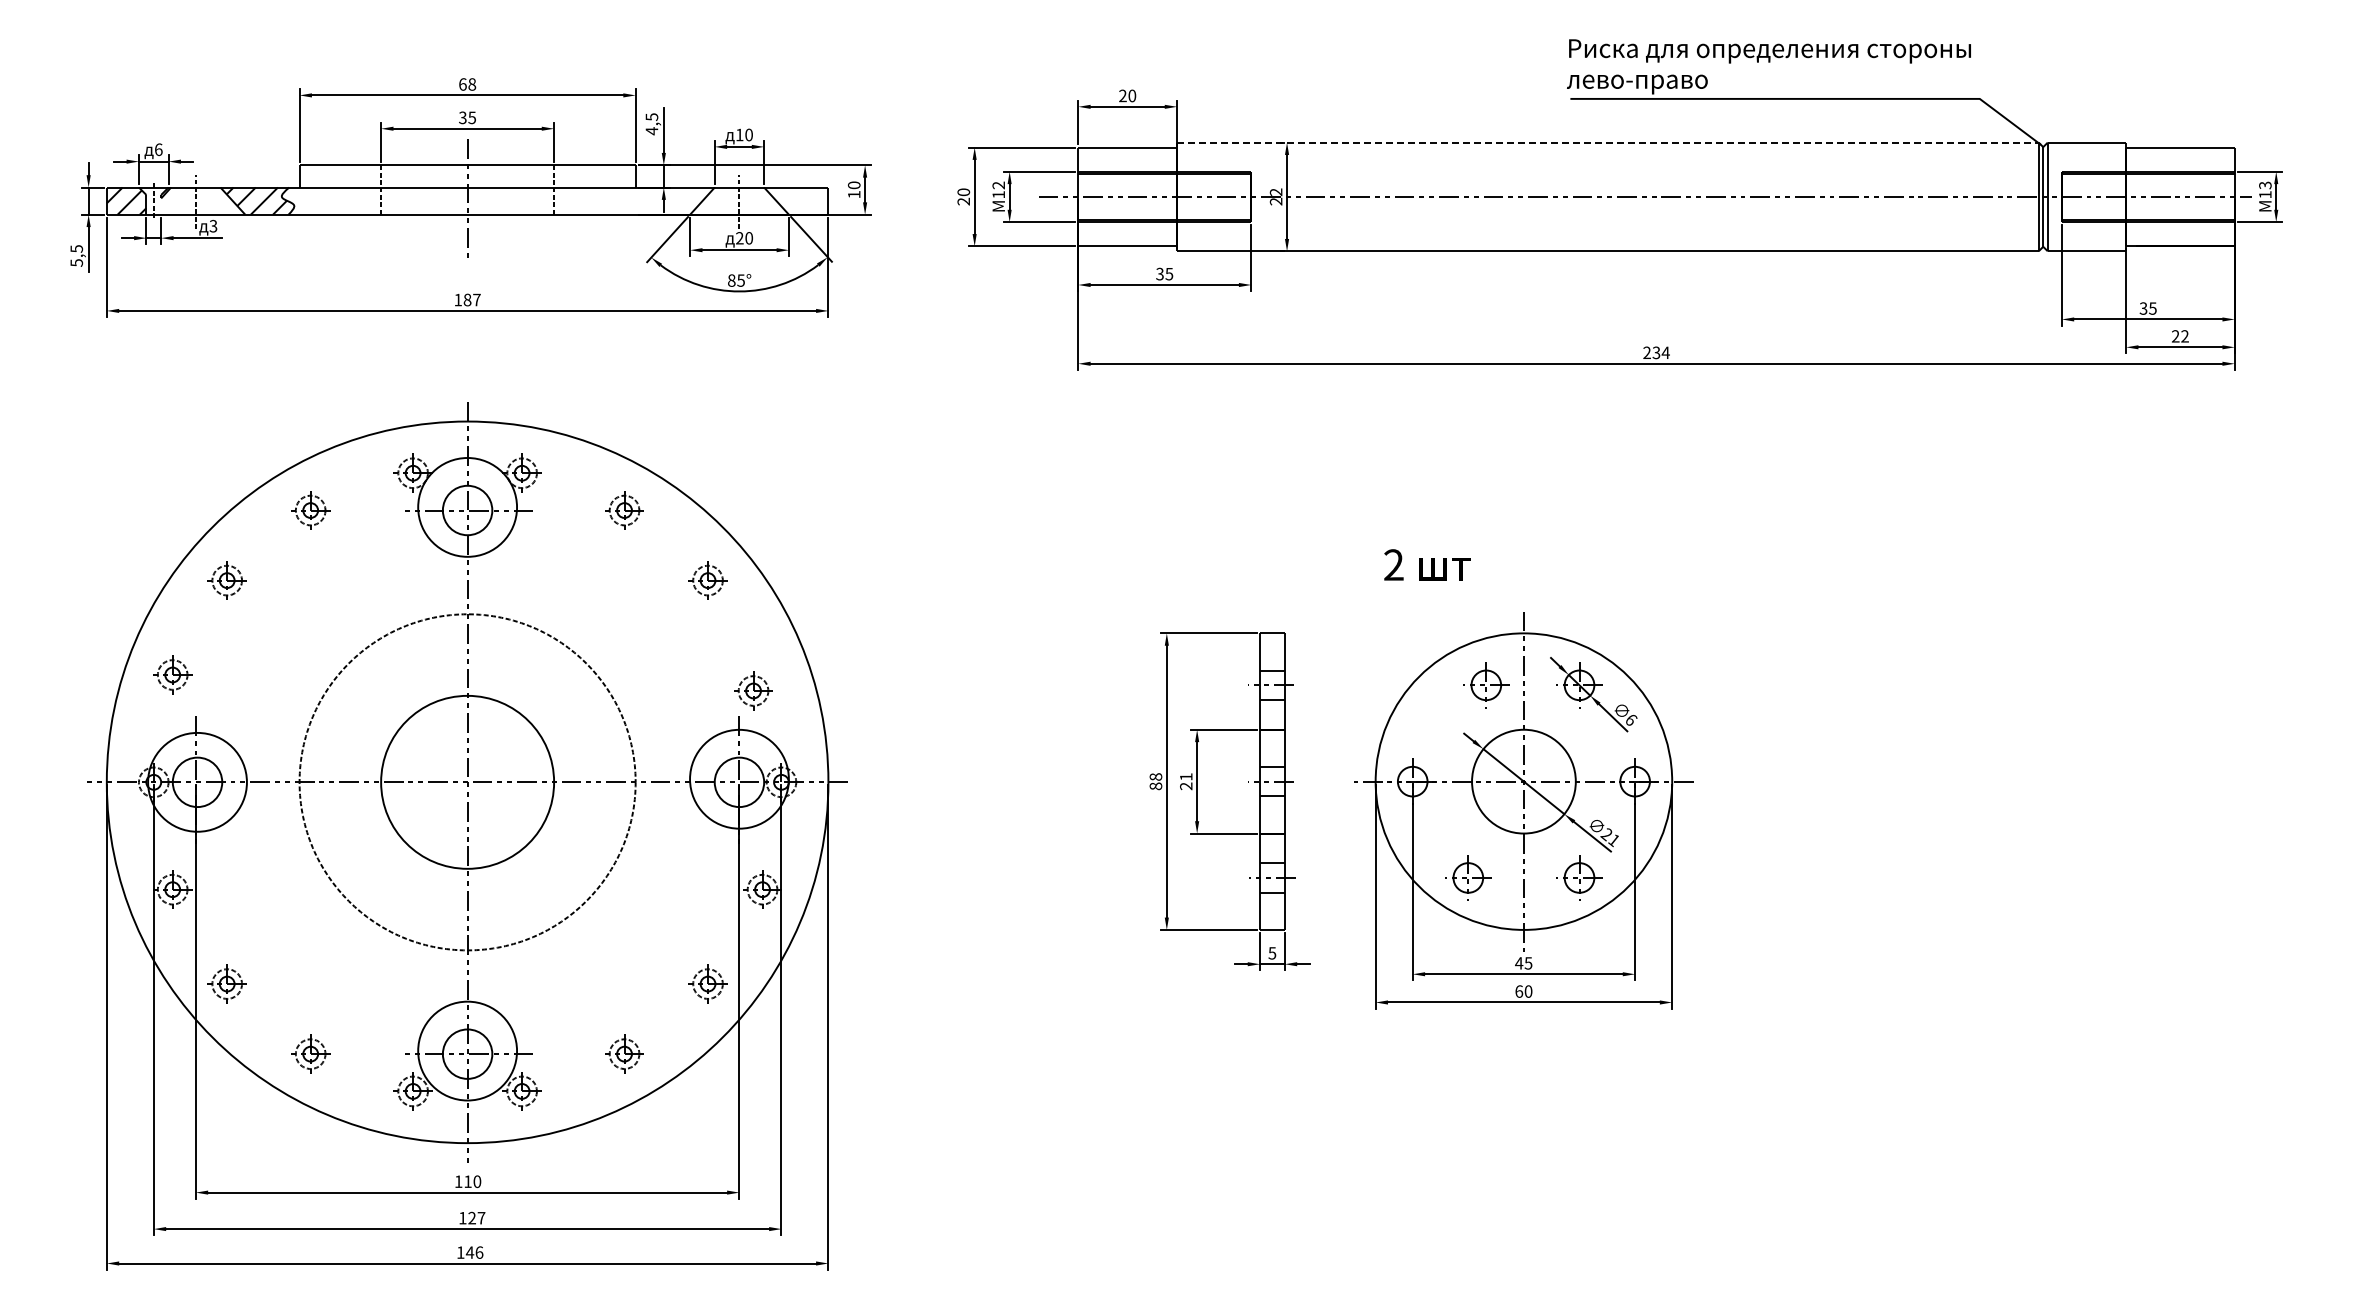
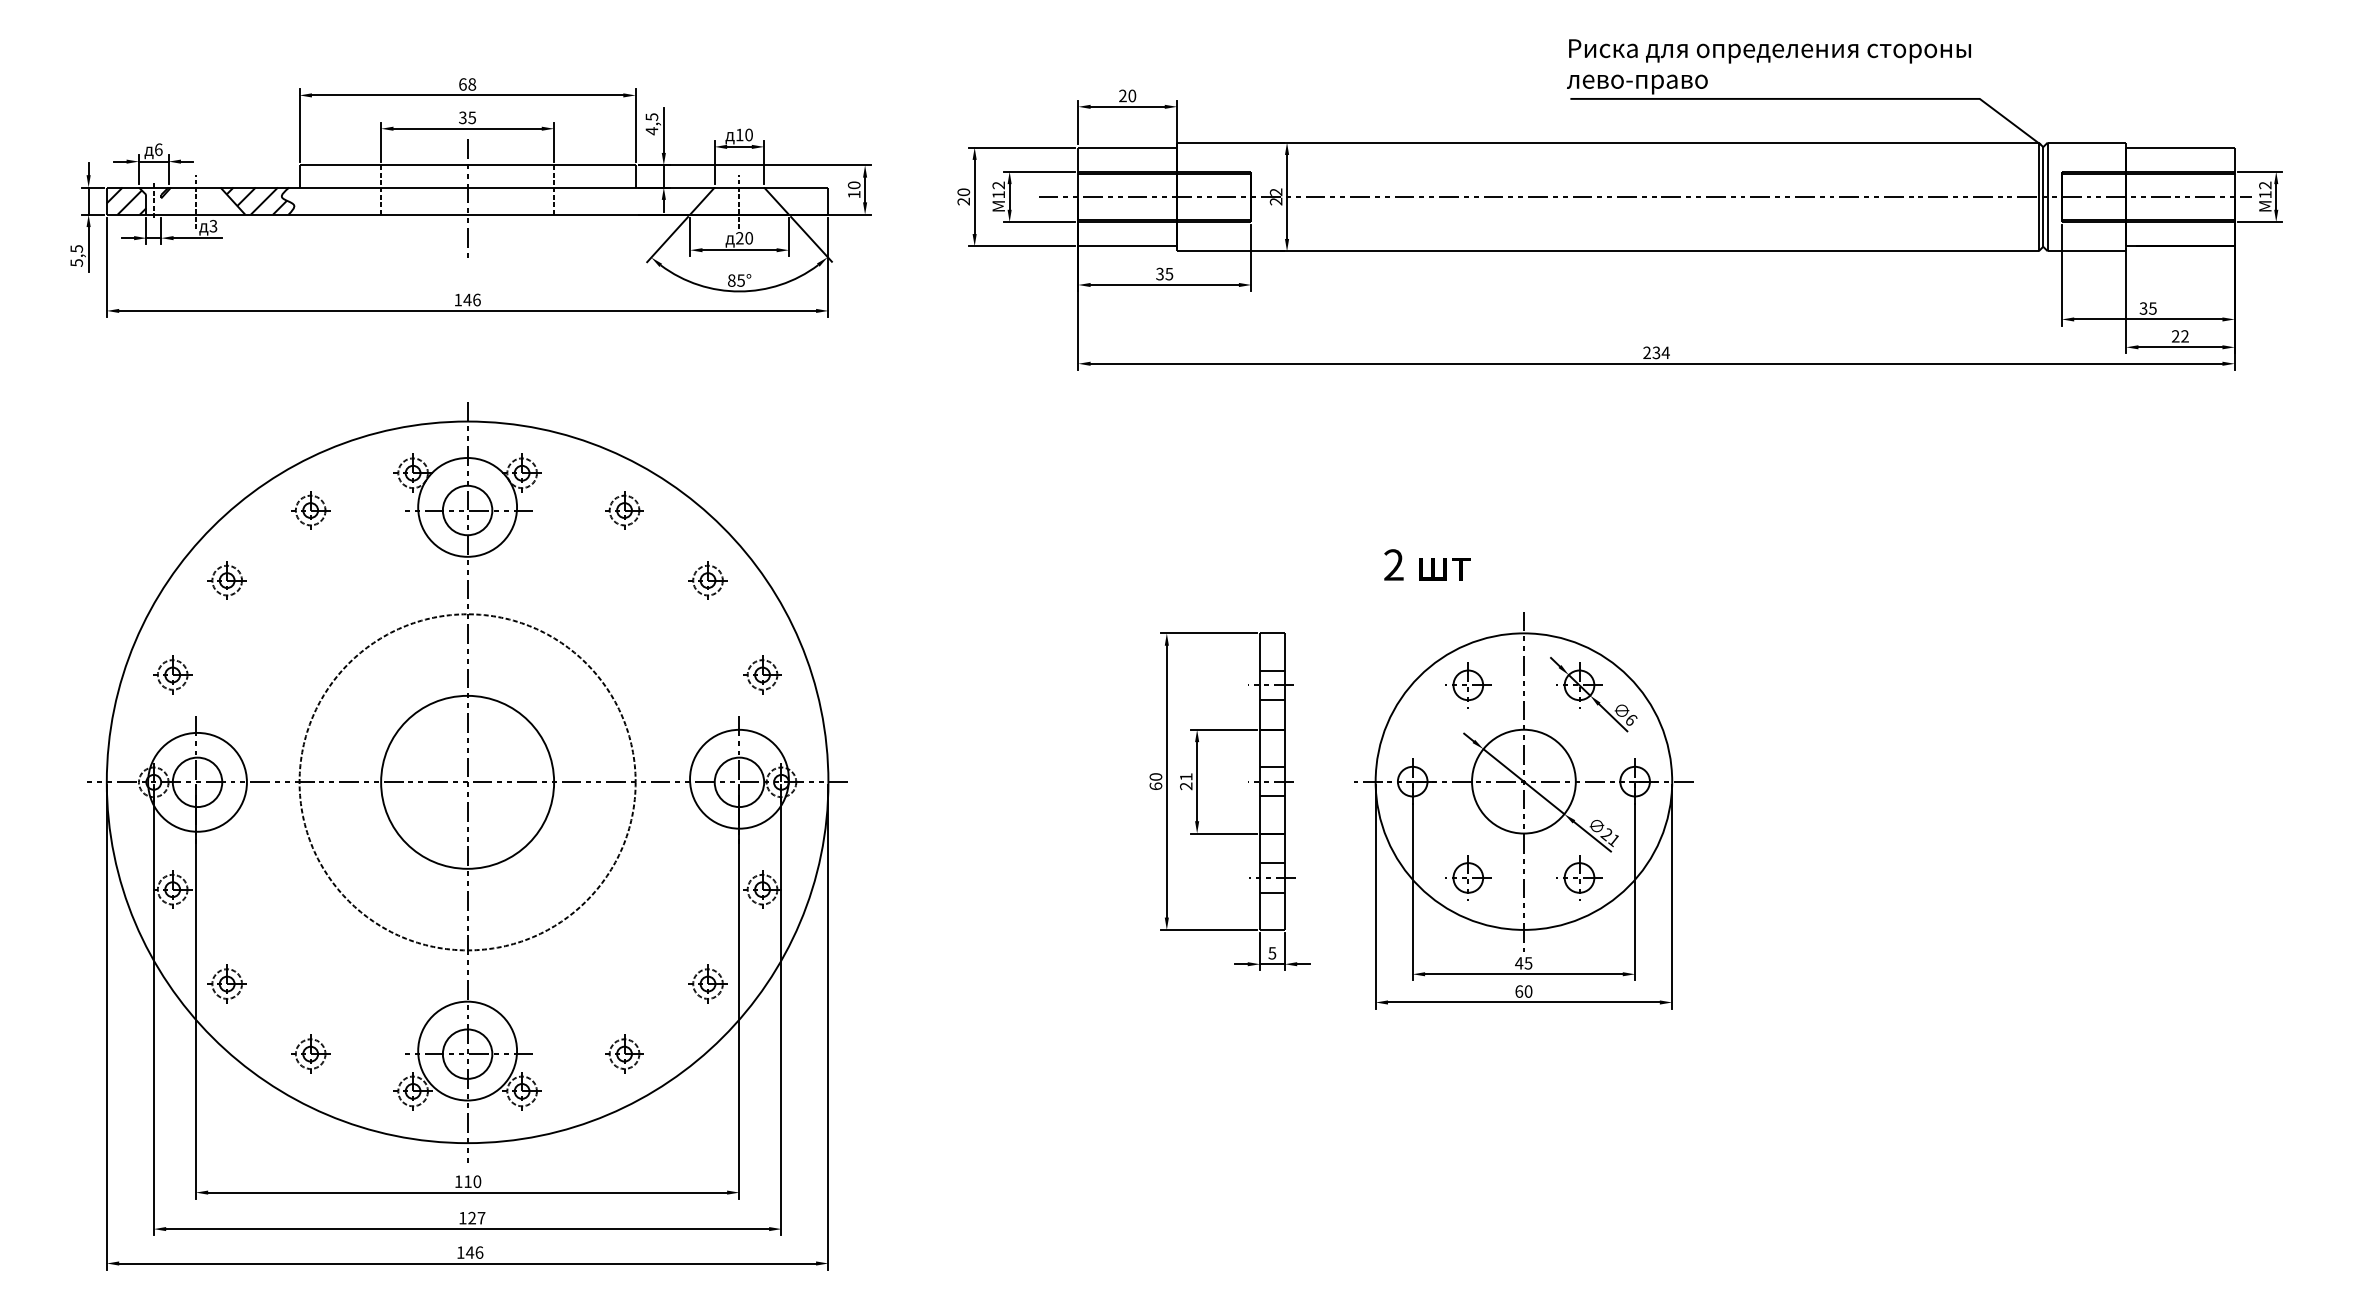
line at (1607, 142): dashed -> solid
text at (2265, 185): 13 -> 12
text at (471, 299): 187 -> 146
part at (1486, 685) position: (1486, 685) -> (1468, 685)
part at (753, 690) position: (753, 690) -> (762, 674)
text at (1155, 781): 88 -> 60
